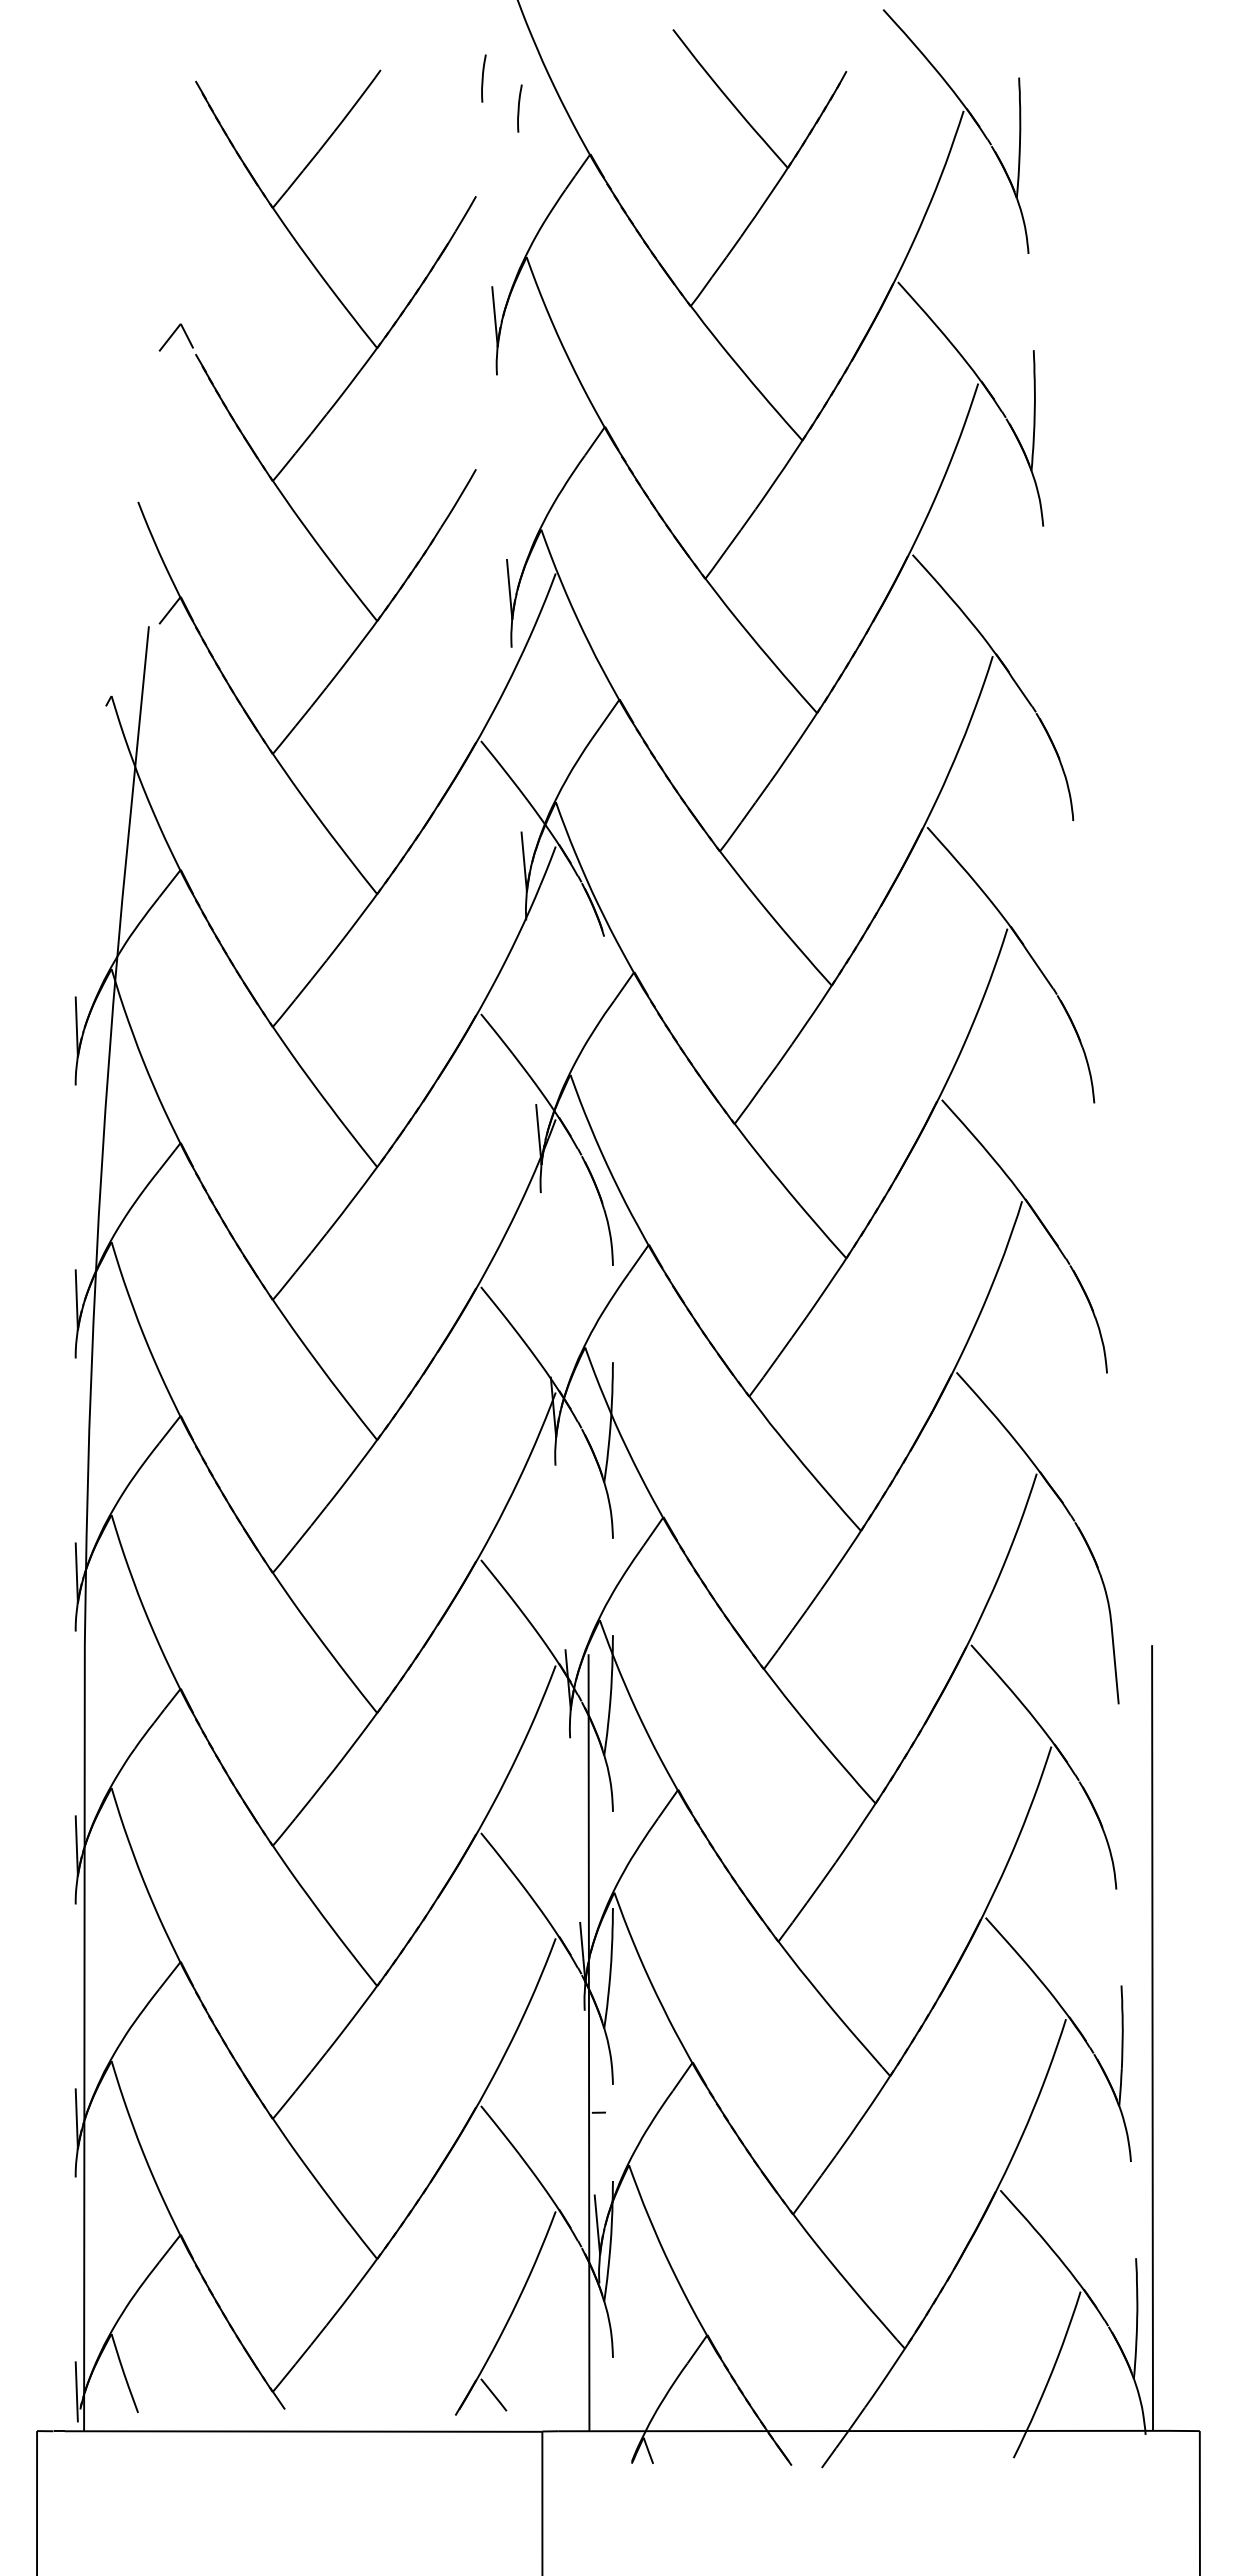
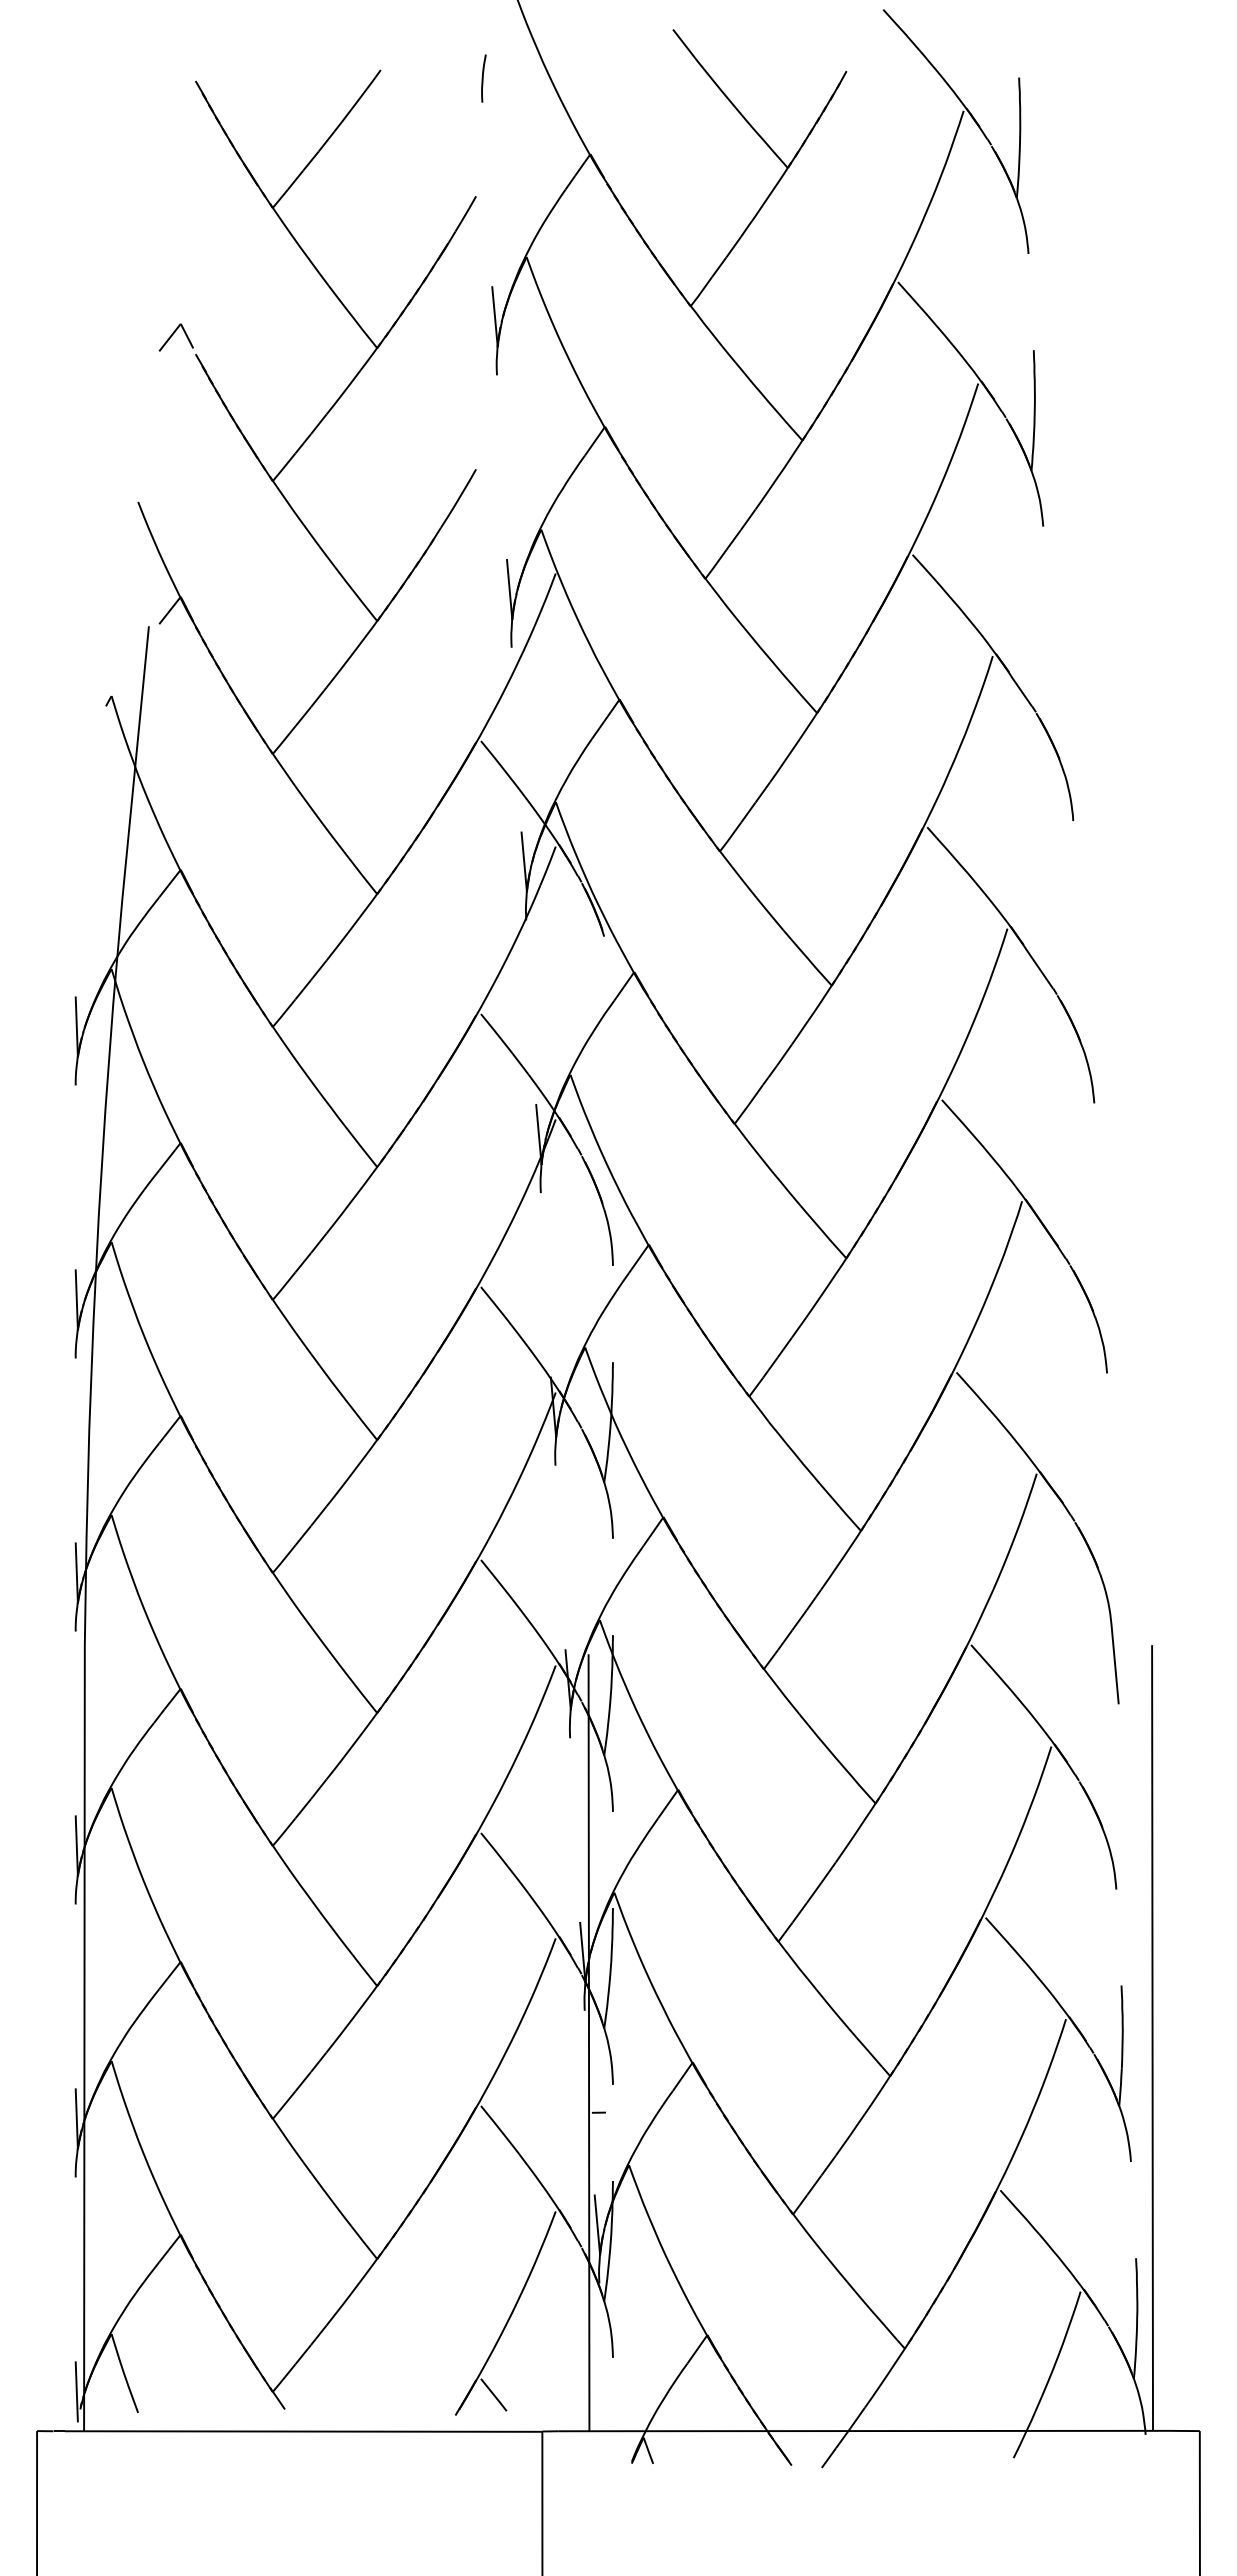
curve at (519, 108): present -> none
